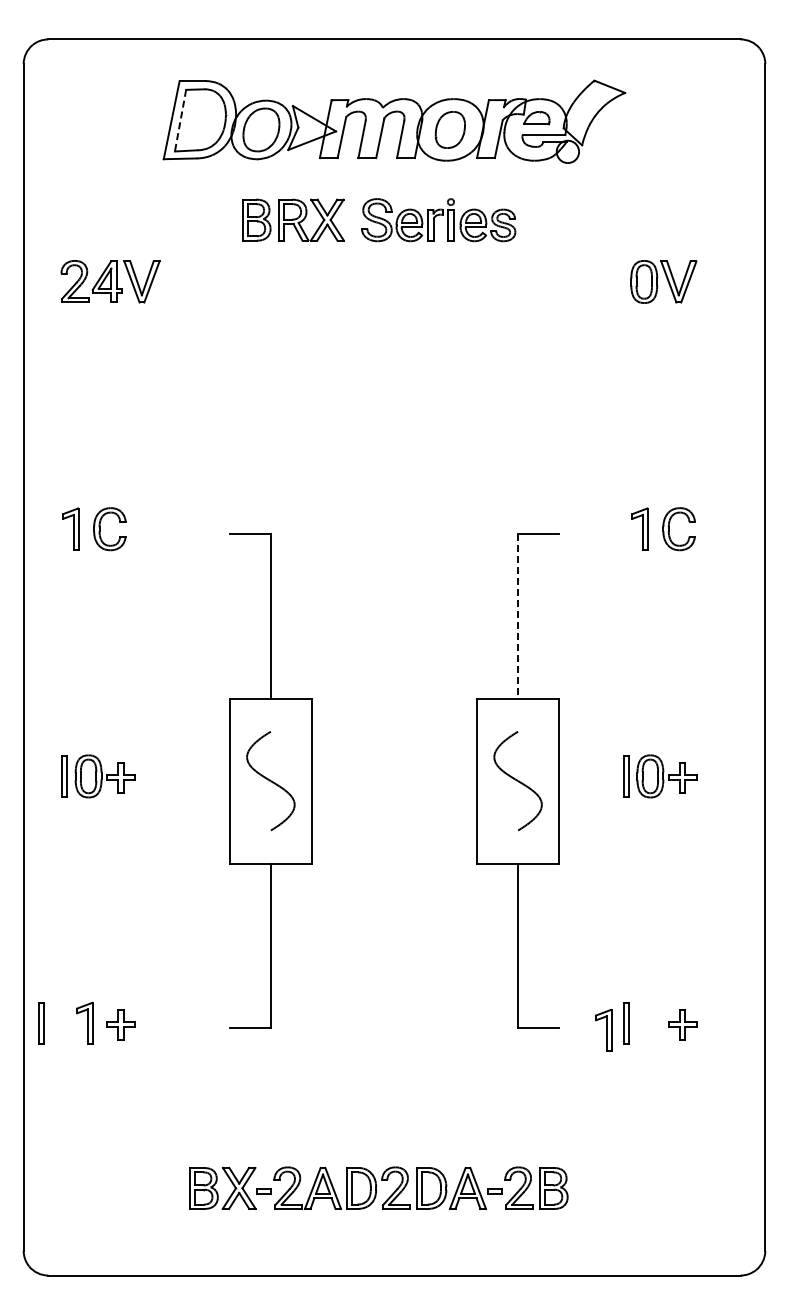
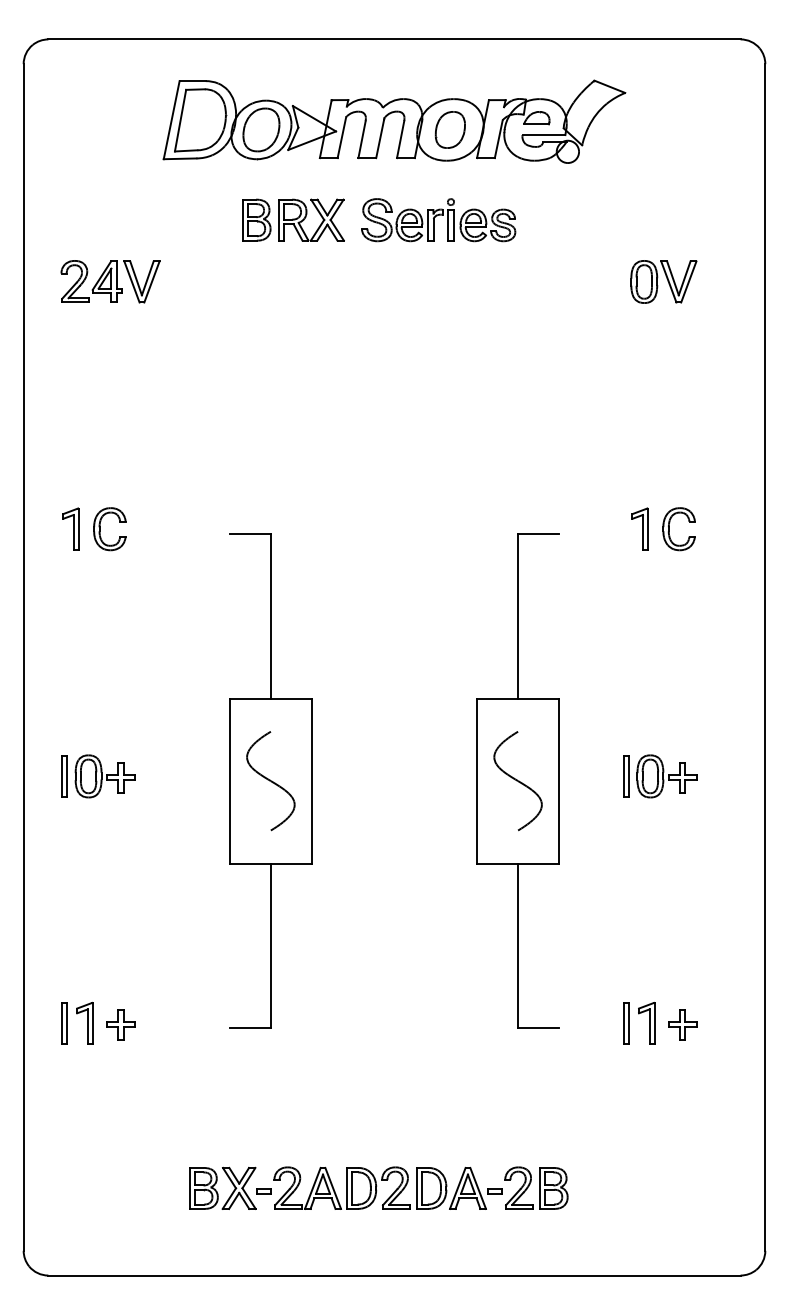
line at (180, 121): dashed -> solid
line at (518, 616): dashed -> solid
part at (41, 1023) position: (41, 1023) -> (64, 1023)
part at (603, 1030) position: (603, 1030) -> (646, 1023)
